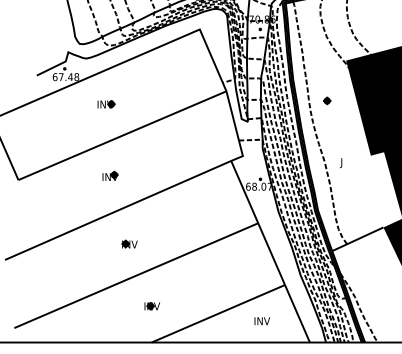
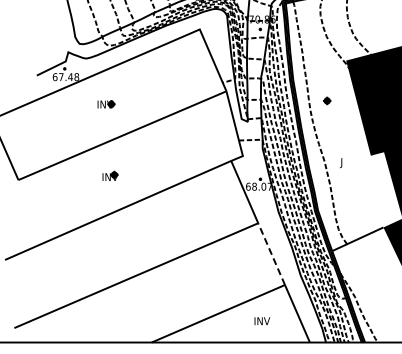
part at (129, 243): present -> none
line at (271, 254): solid -> dashed
part at (151, 306): present -> none
